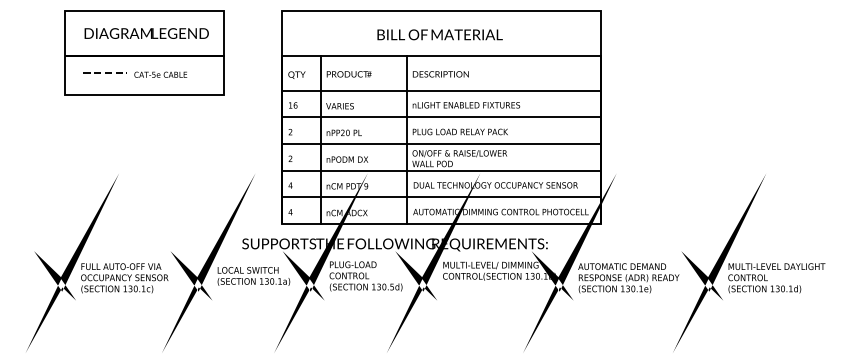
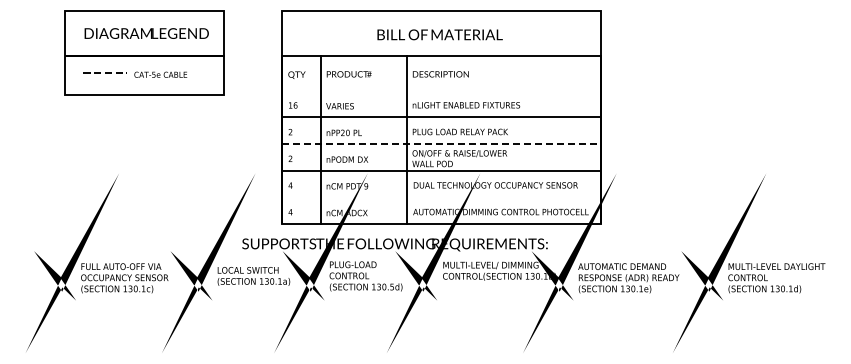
line at (441, 90): present -> none
line at (442, 143): solid -> dashed
line at (441, 197): present -> none
